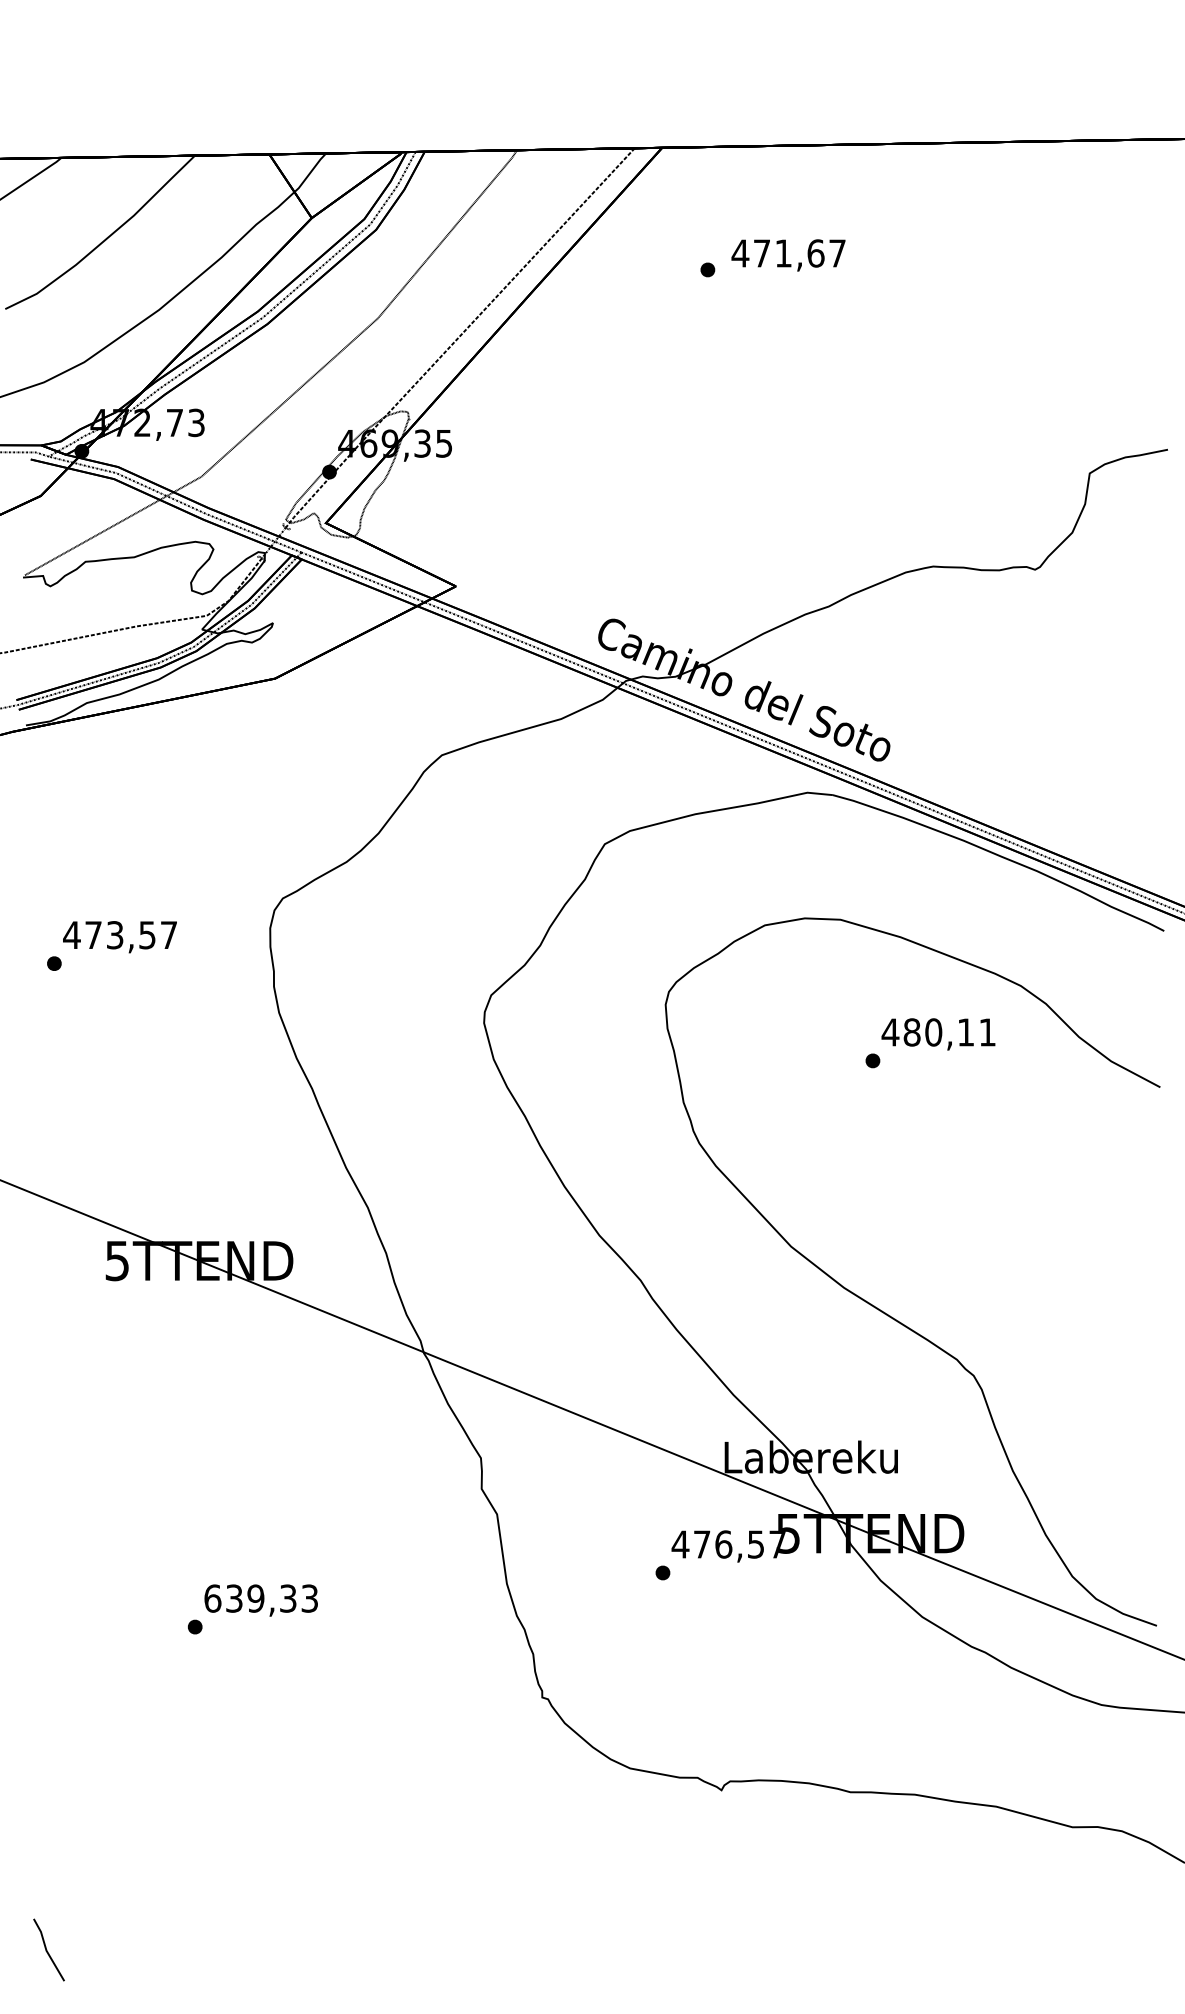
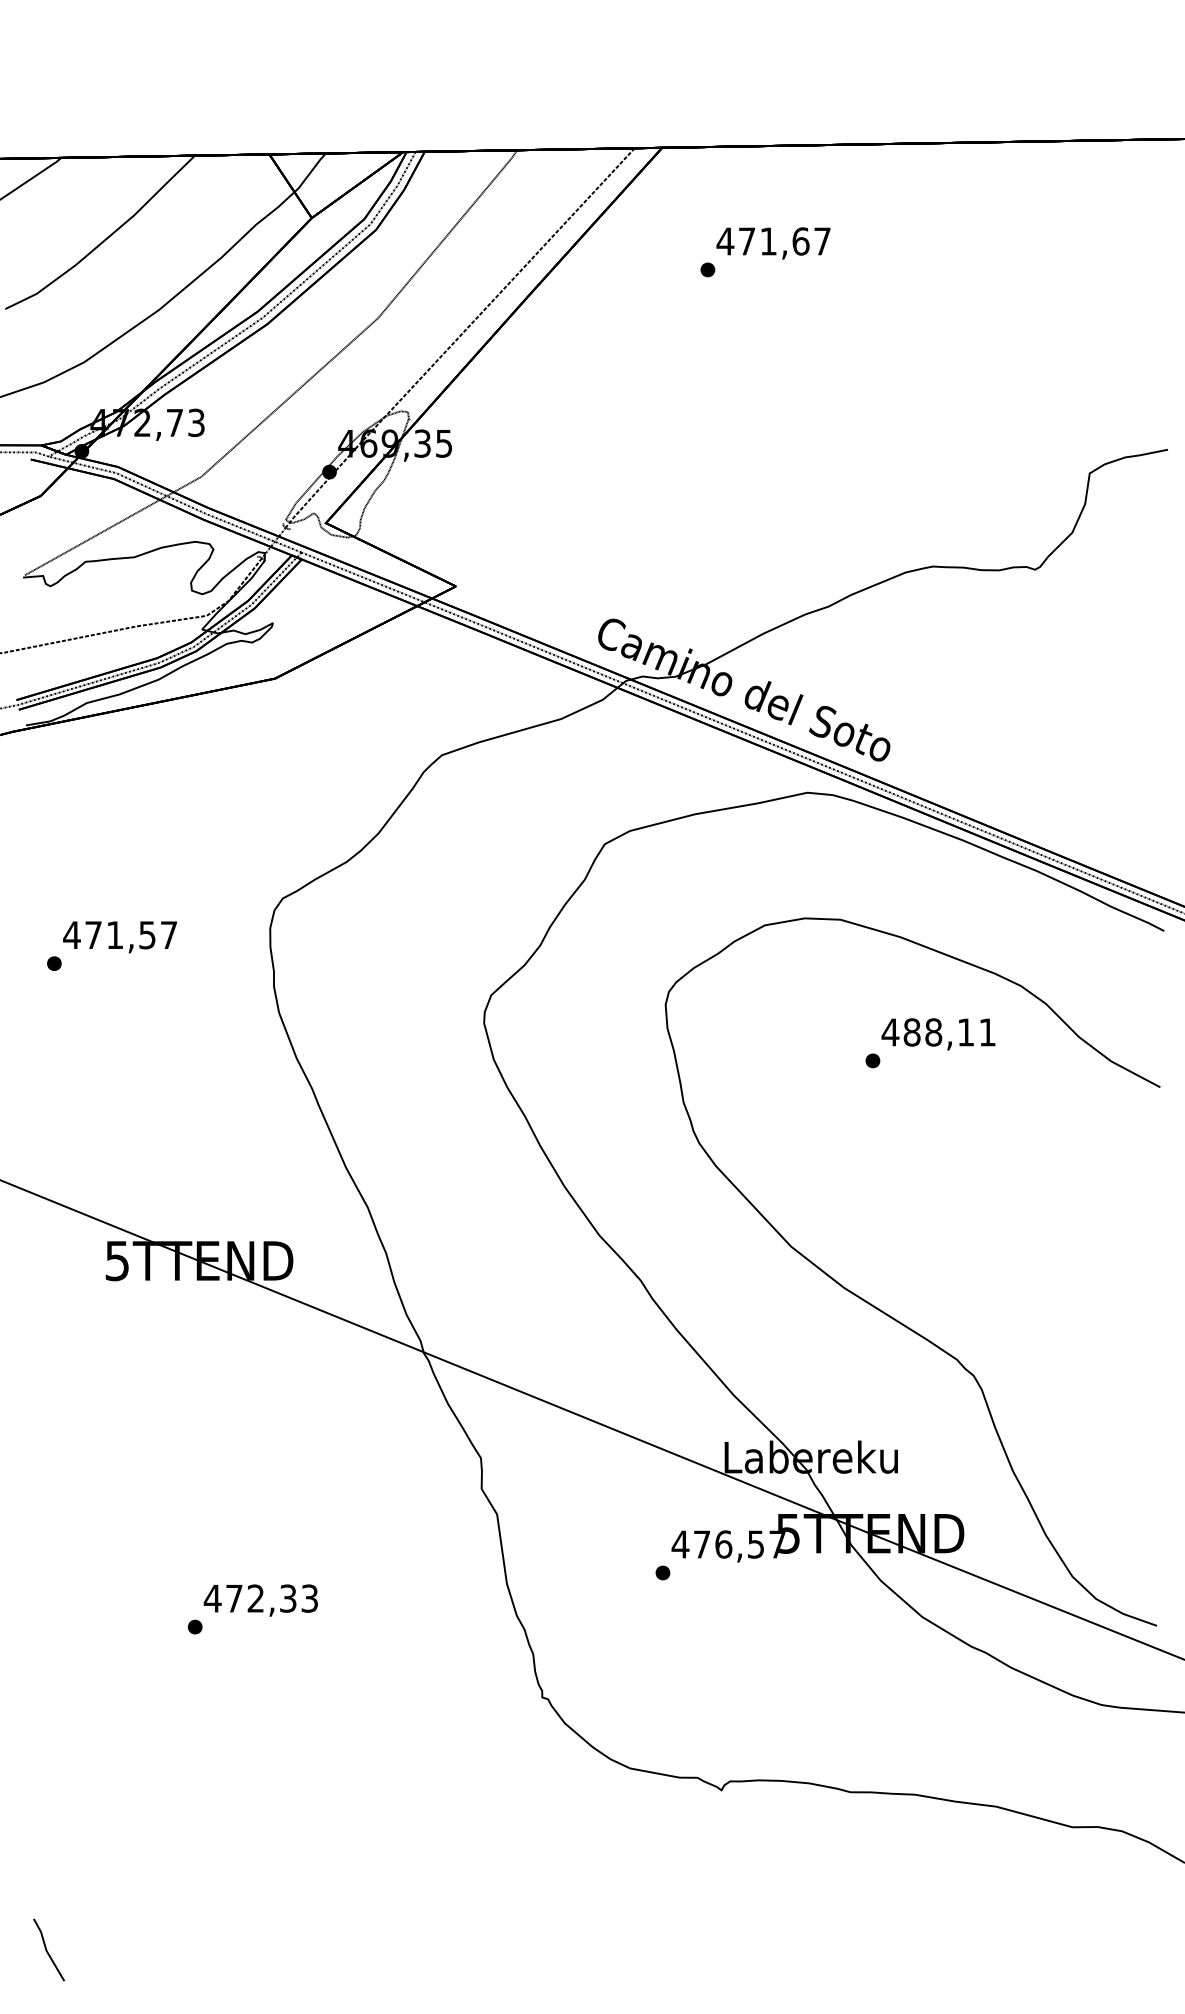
text at (788, 255) position: (788, 255) -> (773, 243)
text at (115, 935): 473,57 -> 471,57
text at (933, 1032): 480,11 -> 488,11
text at (233, 1598): 639,33 -> 472,33
